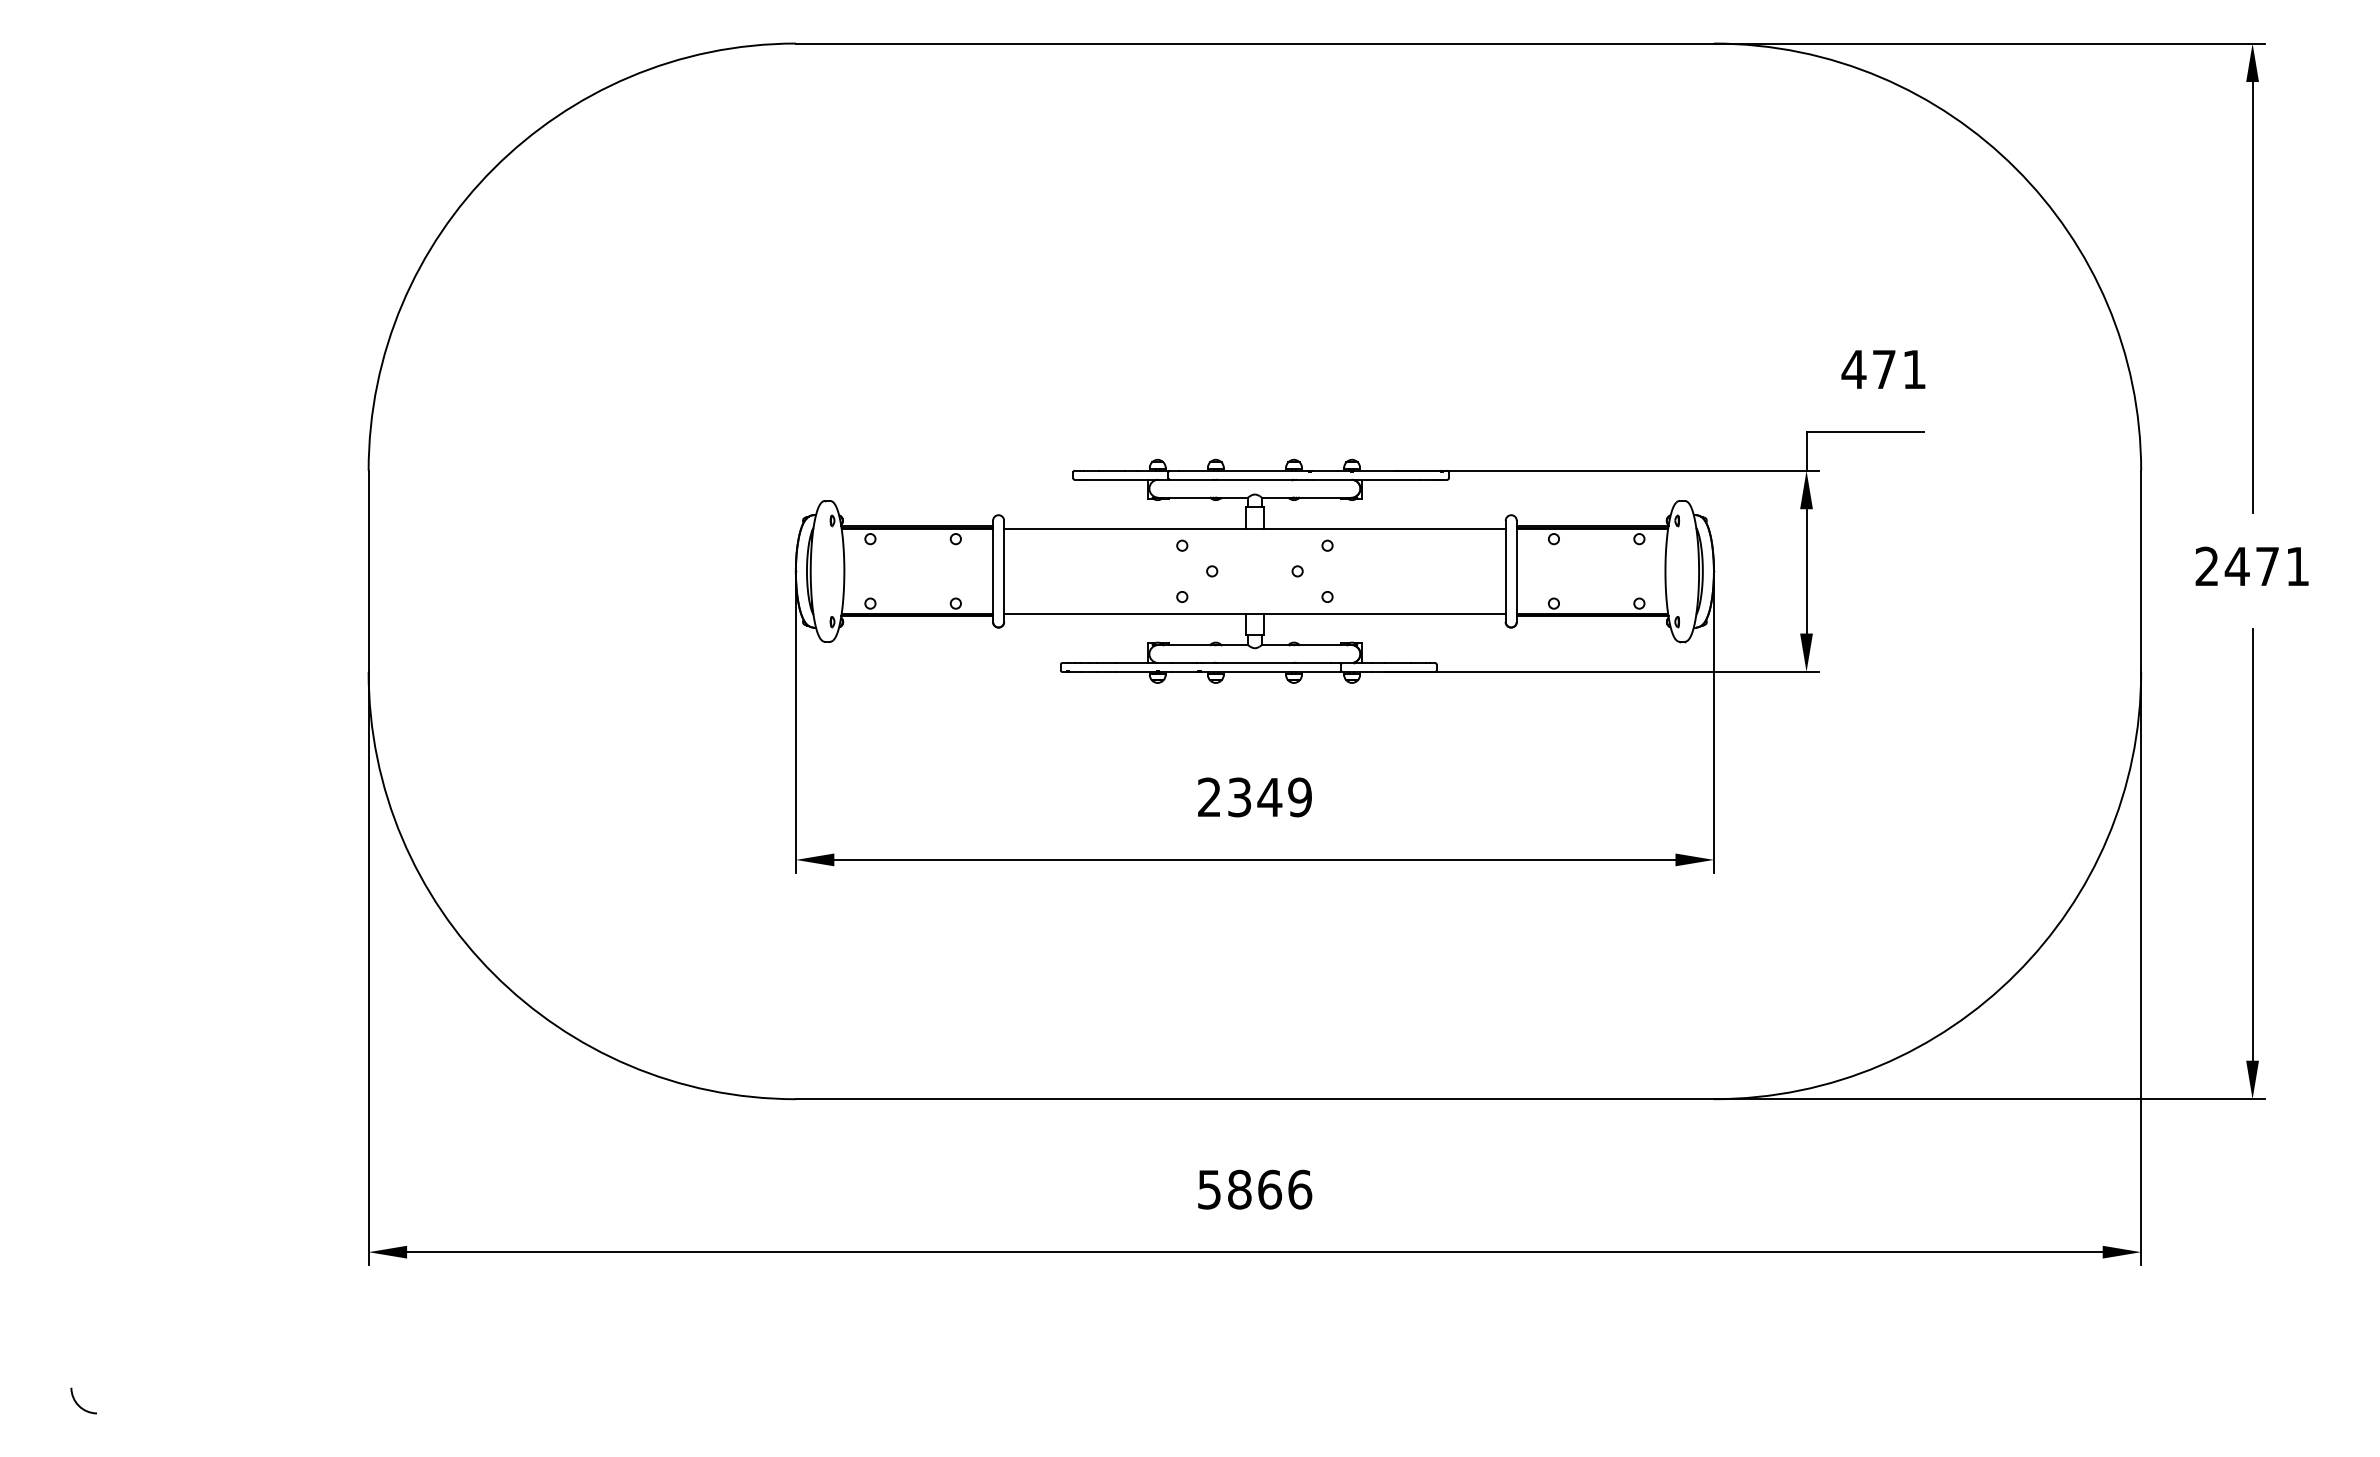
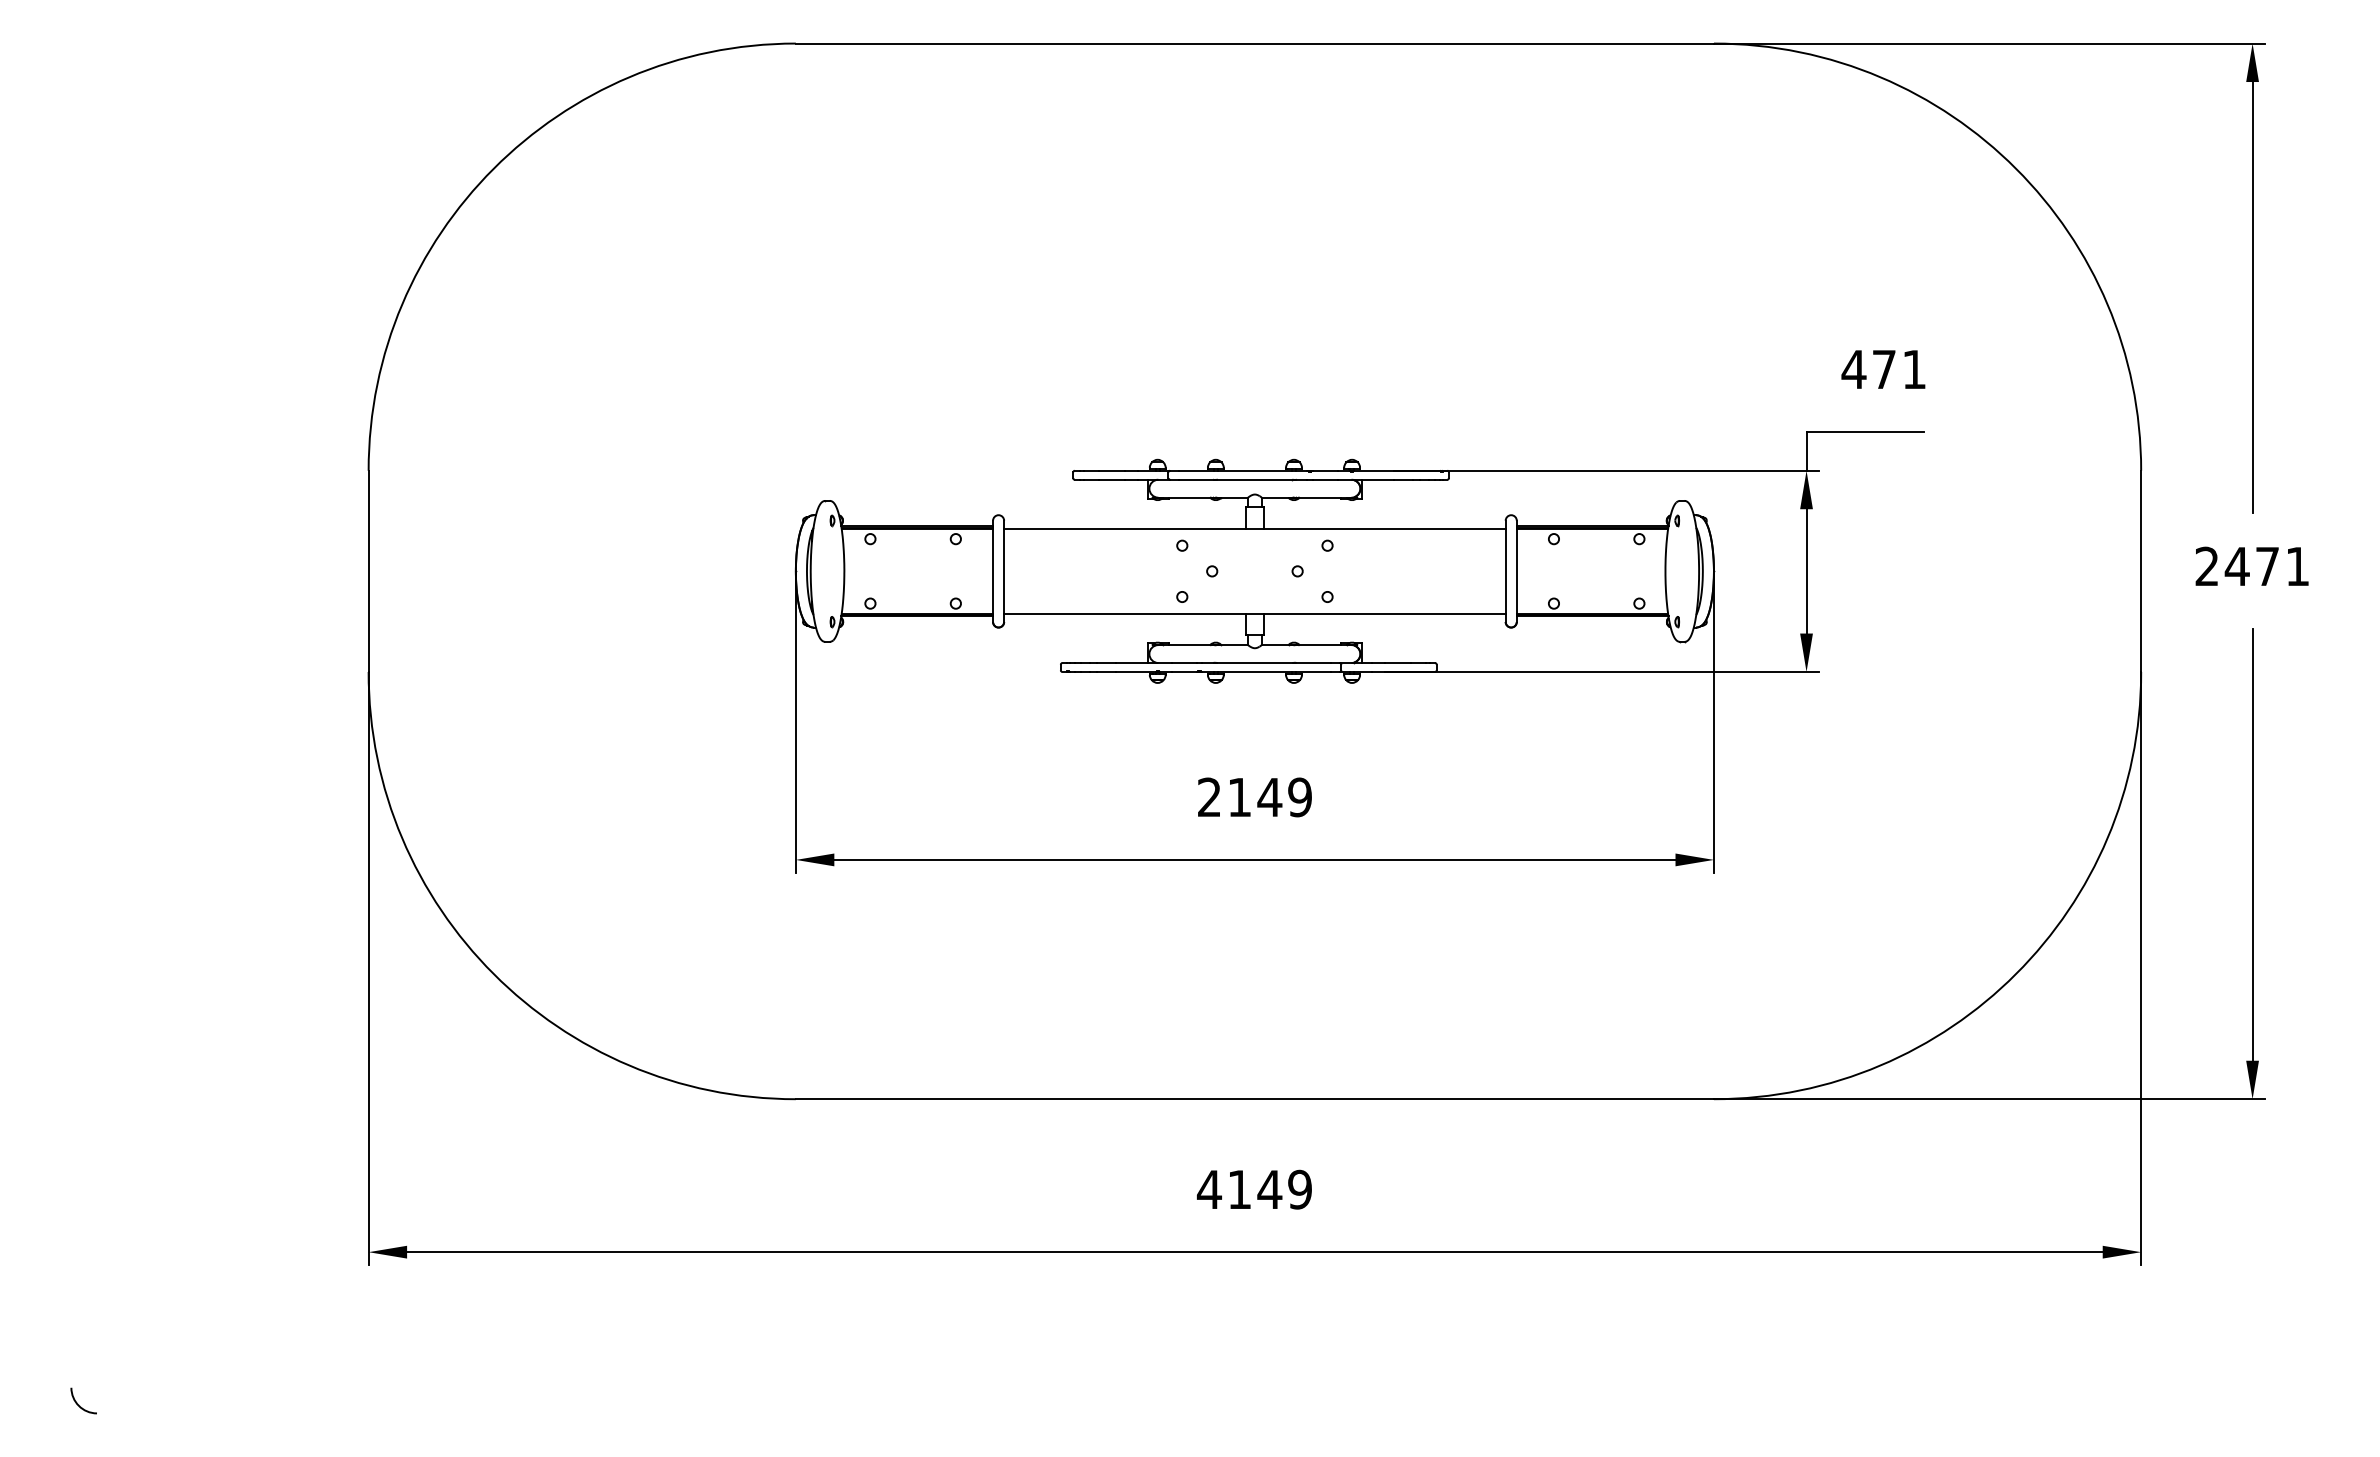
text at (1239, 797): 2349 -> 2149
text at (1254, 1189): 5866 -> 4149
